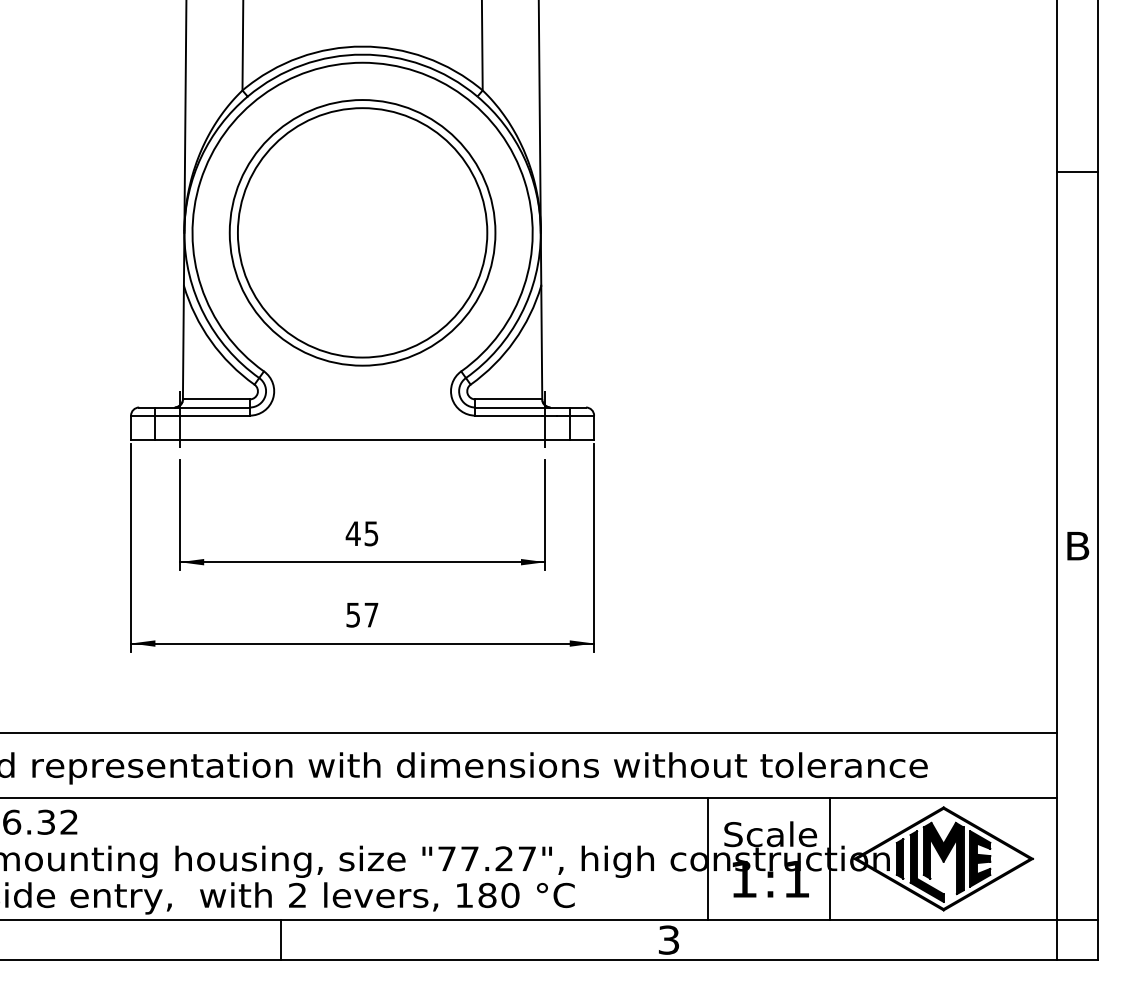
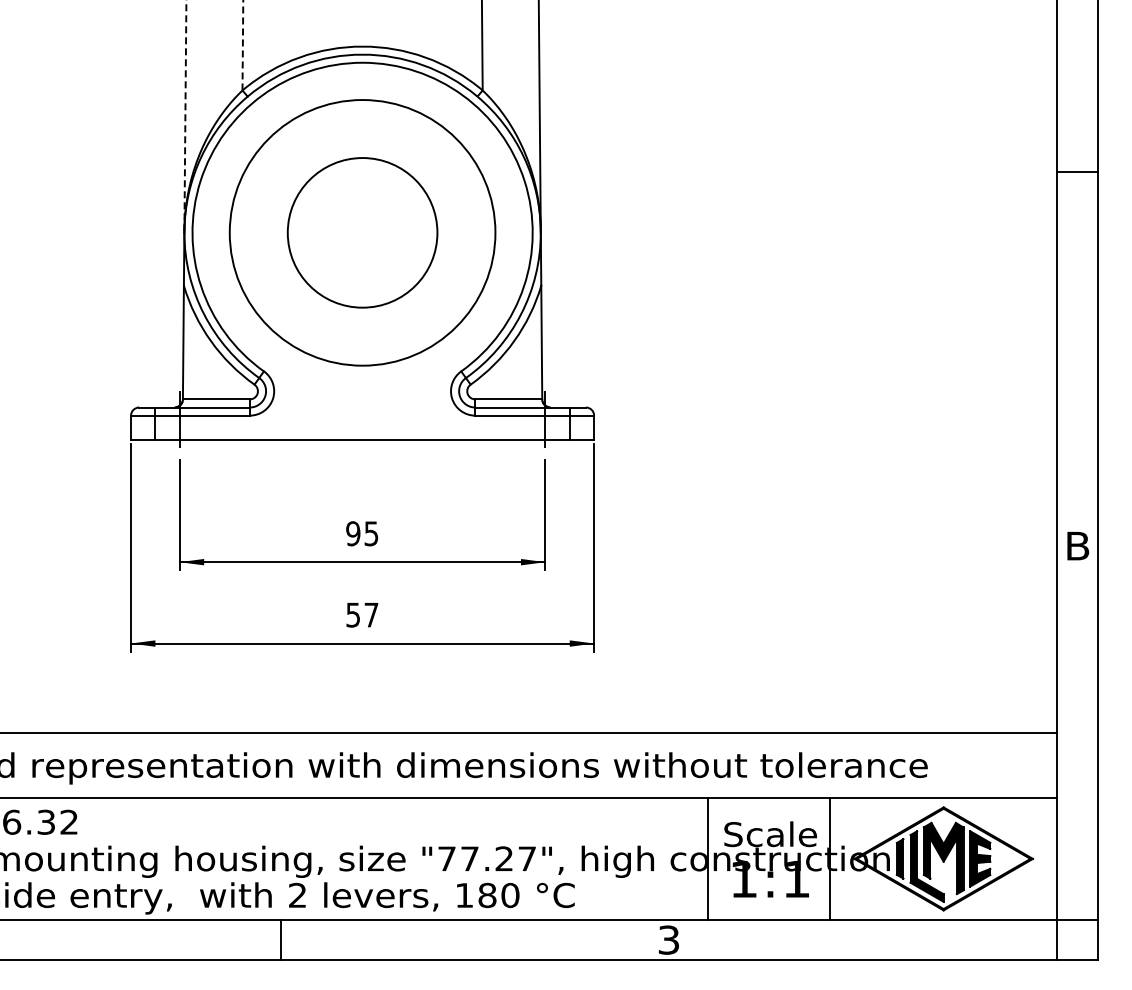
line at (242, 45): solid -> dashed
line at (185, 115): solid -> dashed
circle at (362, 232) diameter: 249 px -> 150 px
text at (352, 533): 45 -> 95
